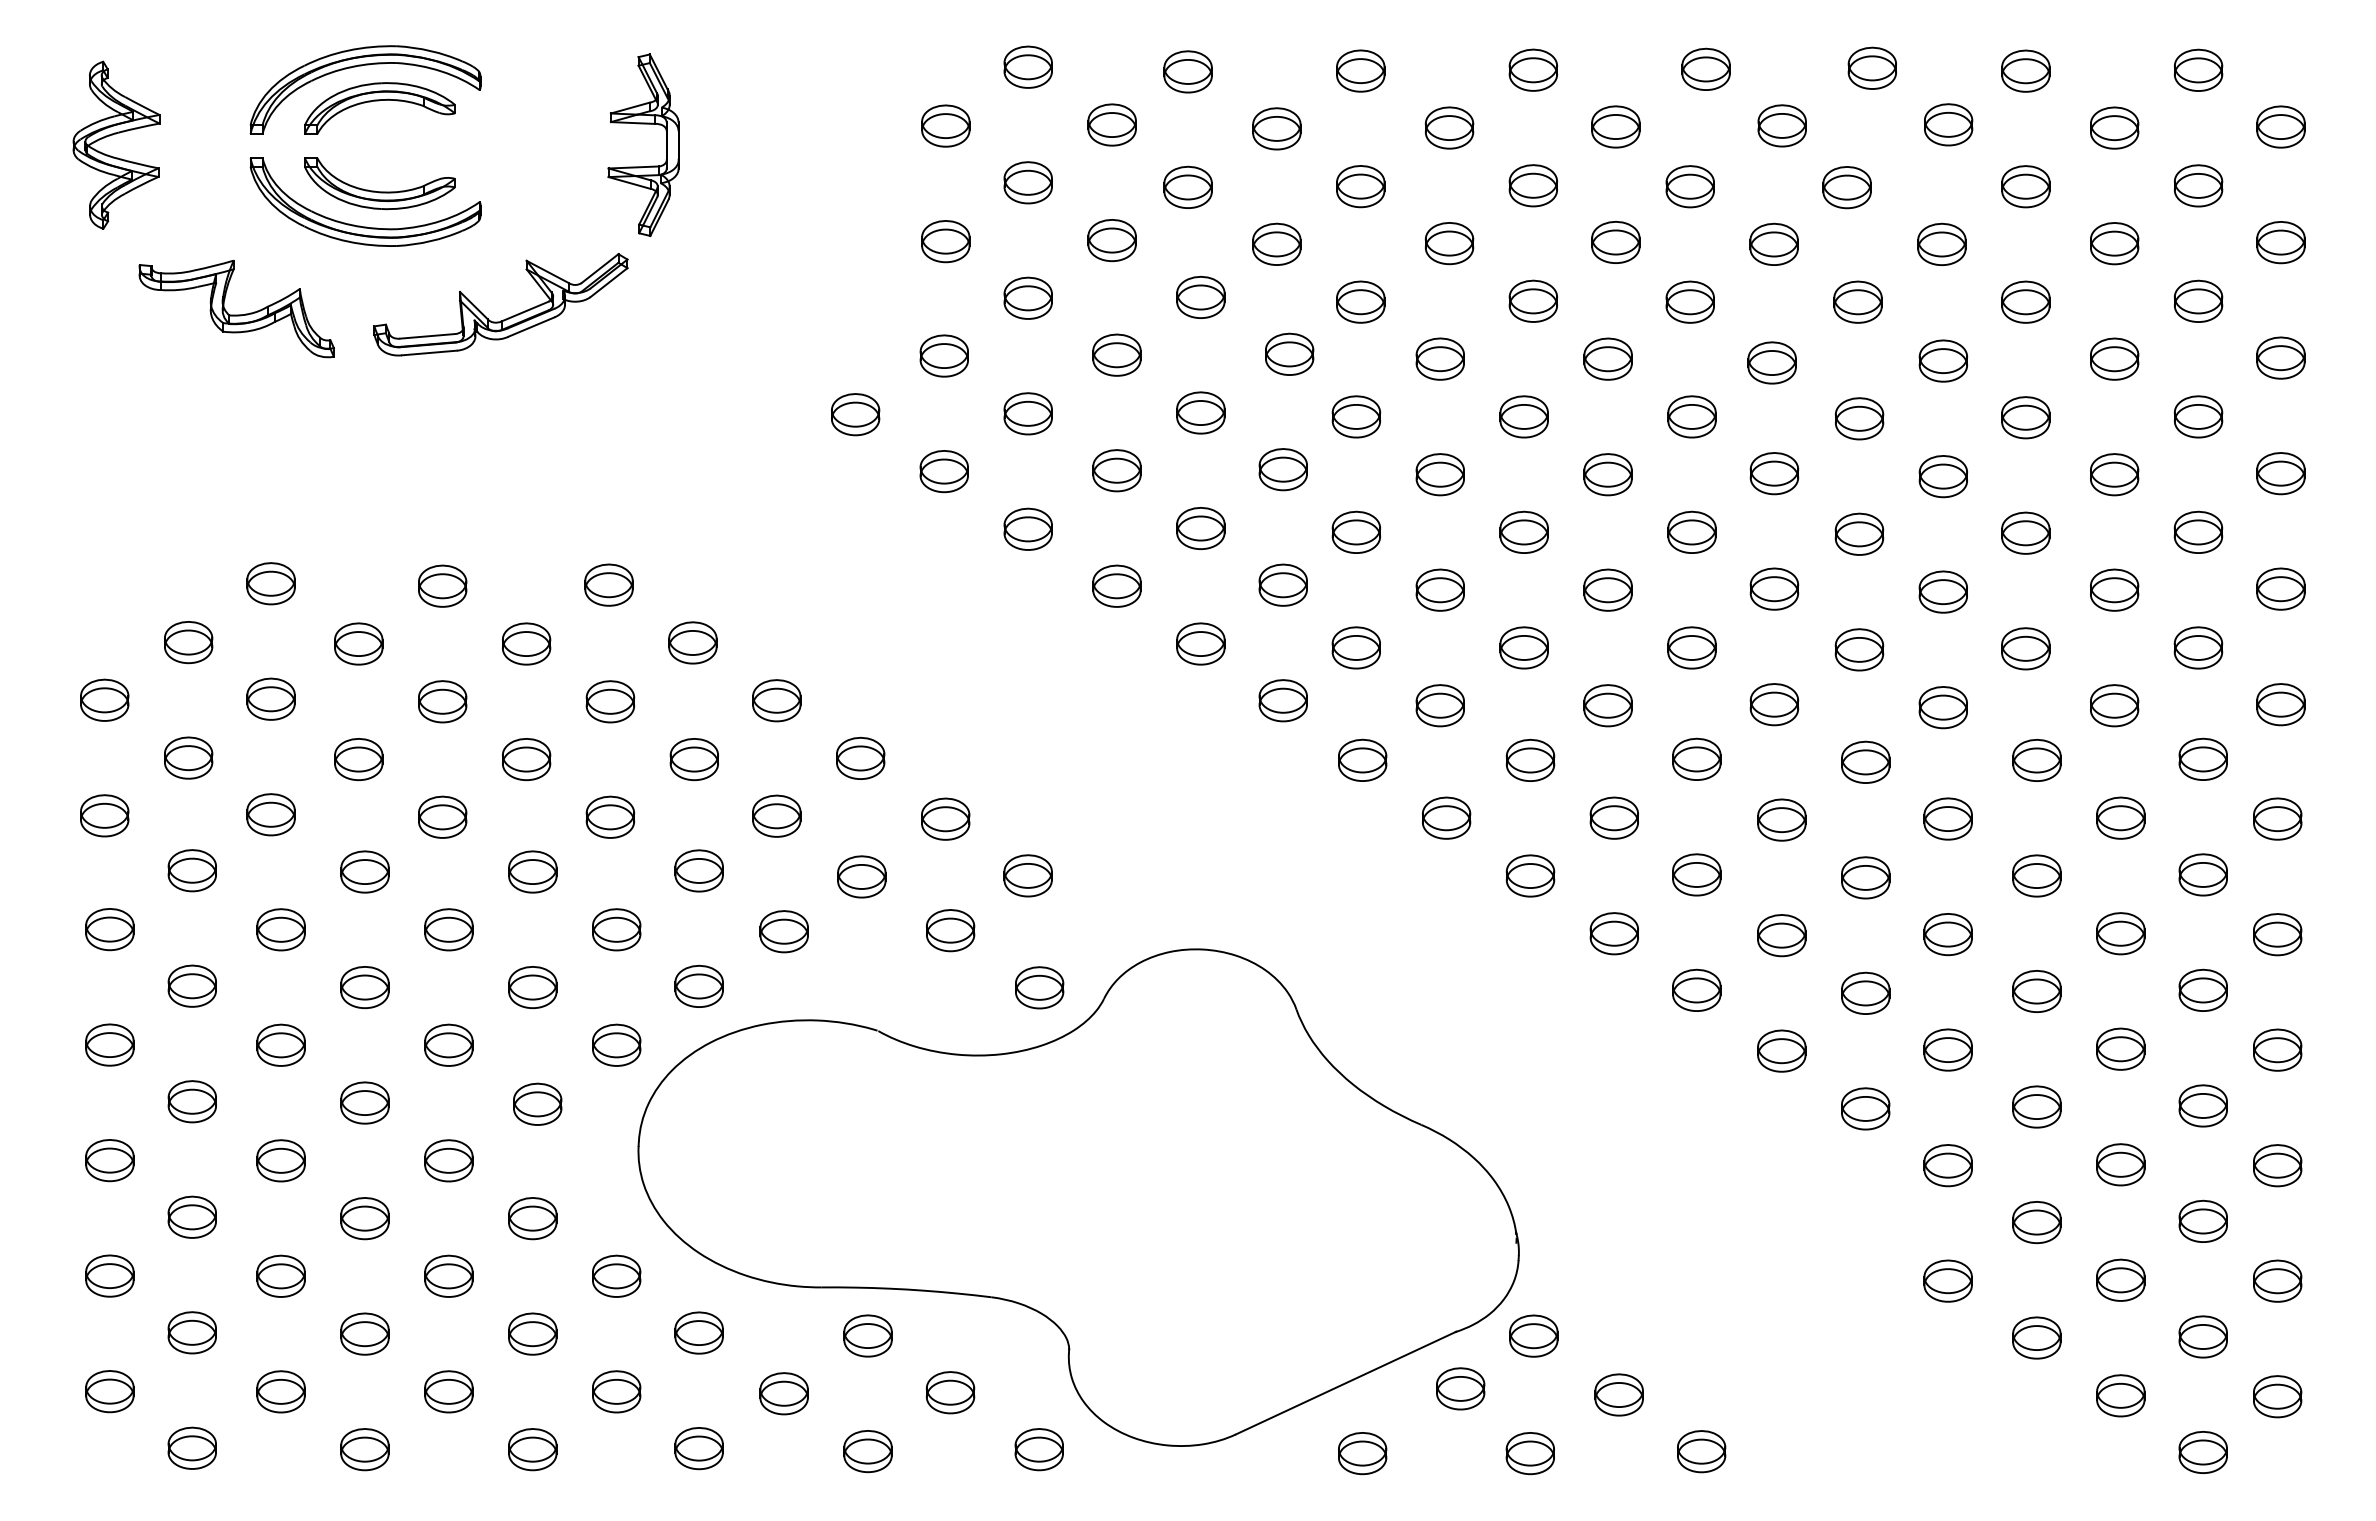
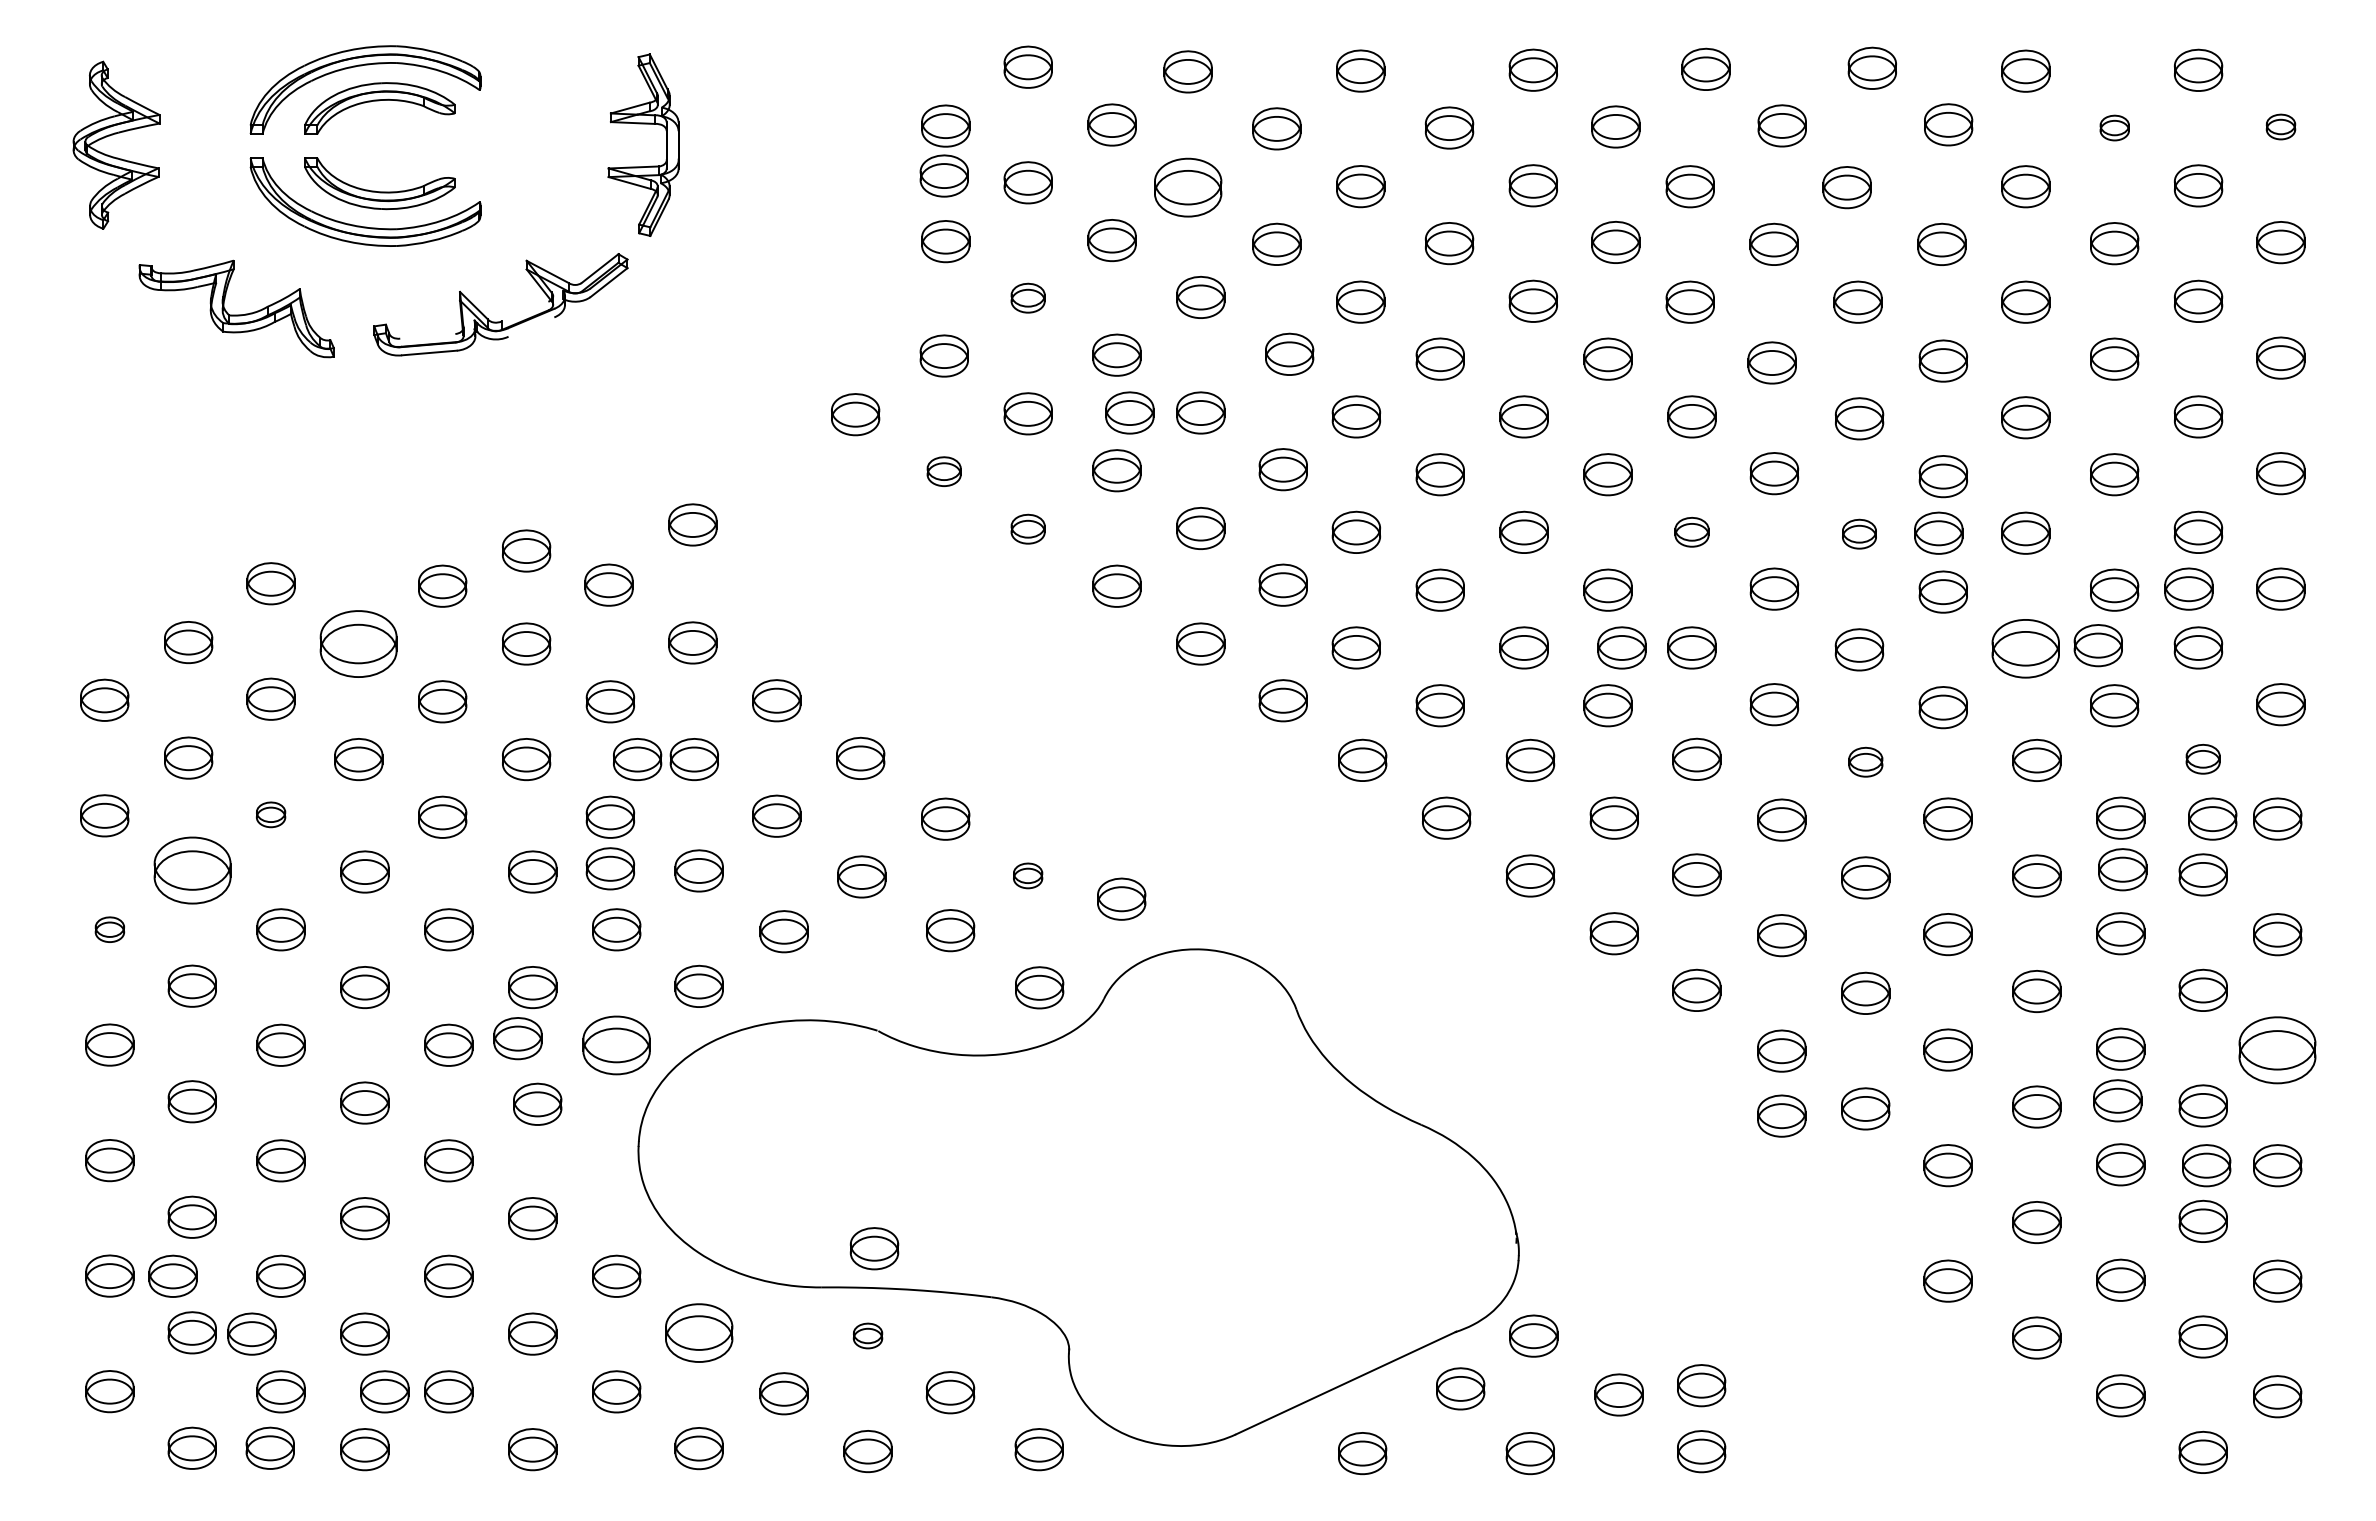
part at (2280, 126) size: 50x44 px -> 32x28 px
part at (2114, 127) size: 50x44 px -> 31x28 px
part at (943, 175): none -> present
part at (1187, 186) size: 50x44 px -> 69x61 px
part at (1027, 297) size: 50x44 px -> 36x32 px
line at (524, 311): present -> none
line at (531, 326): present -> none
line at (427, 336): present -> none
part at (1129, 412): none -> present
part at (943, 471) size: 50x44 px -> 36x31 px
part at (692, 524): none -> present
part at (1027, 528) size: 50x44 px -> 36x32 px
part at (1691, 531) size: 50x44 px -> 36x31 px
part at (1938, 532): none -> present
part at (1859, 533) size: 51x44 px -> 35x32 px
part at (526, 550): none -> present
part at (2188, 588): none -> present
part at (358, 643) size: 50x44 px -> 79x68 px
part at (2097, 645): none -> present
part at (1621, 647): none -> present
part at (2025, 648) size: 50x44 px -> 69x60 px
part at (2202, 758) size: 50x44 px -> 36x32 px
part at (637, 759): none -> present
part at (1865, 761) size: 50x44 px -> 36x32 px
part at (270, 814) size: 50x44 px -> 31x28 px
part at (2212, 818): none -> present
part at (610, 868): none -> present
part at (2122, 869): none -> present
part at (191, 870) size: 50x44 px -> 79x69 px
part at (1027, 875) size: 50x44 px -> 31x28 px
part at (1121, 898): none -> present
part at (109, 929) size: 50x44 px -> 32x27 px
part at (517, 1038): none -> present
part at (616, 1044) size: 50x44 px -> 69x61 px
part at (2277, 1049) size: 50x44 px -> 79x69 px
part at (2117, 1100): none -> present
part at (1781, 1115): none -> present
part at (2206, 1165): none -> present
part at (874, 1248): none -> present
part at (172, 1275): none -> present
part at (698, 1332) size: 50x44 px -> 69x60 px
part at (251, 1333): none -> present
part at (867, 1335) size: 50x44 px -> 32x28 px
part at (1701, 1385): none -> present
part at (384, 1391): none -> present
part at (269, 1447): none -> present
